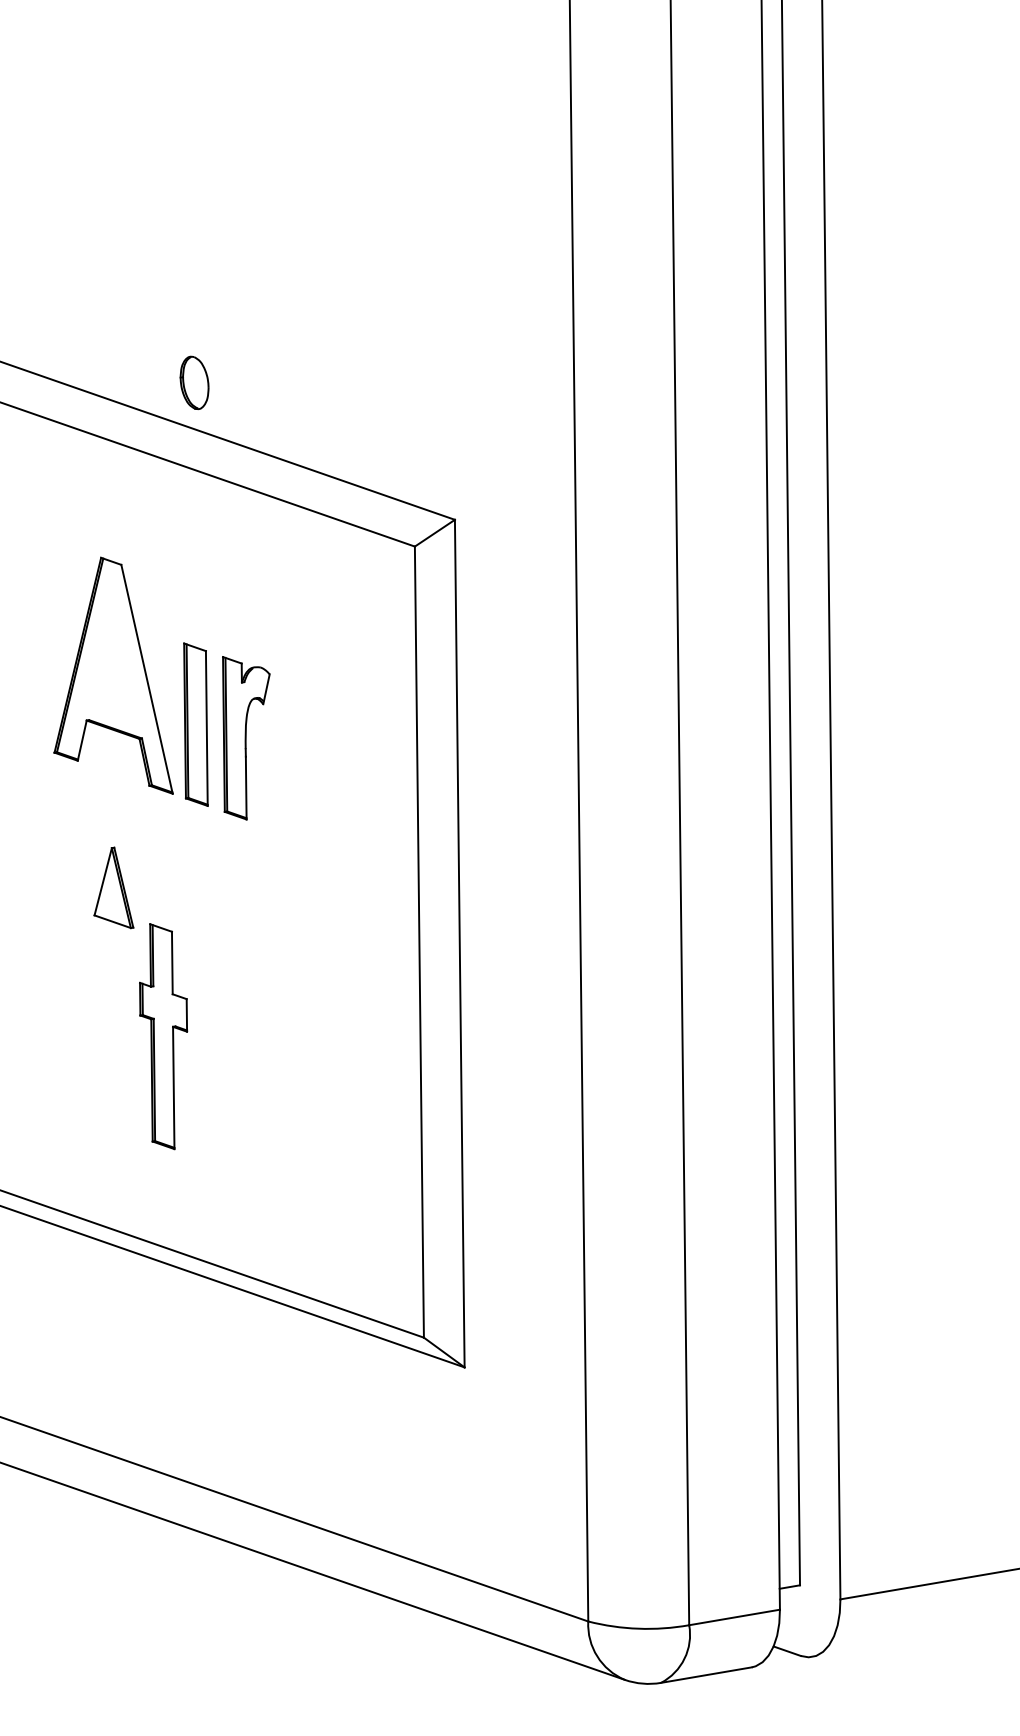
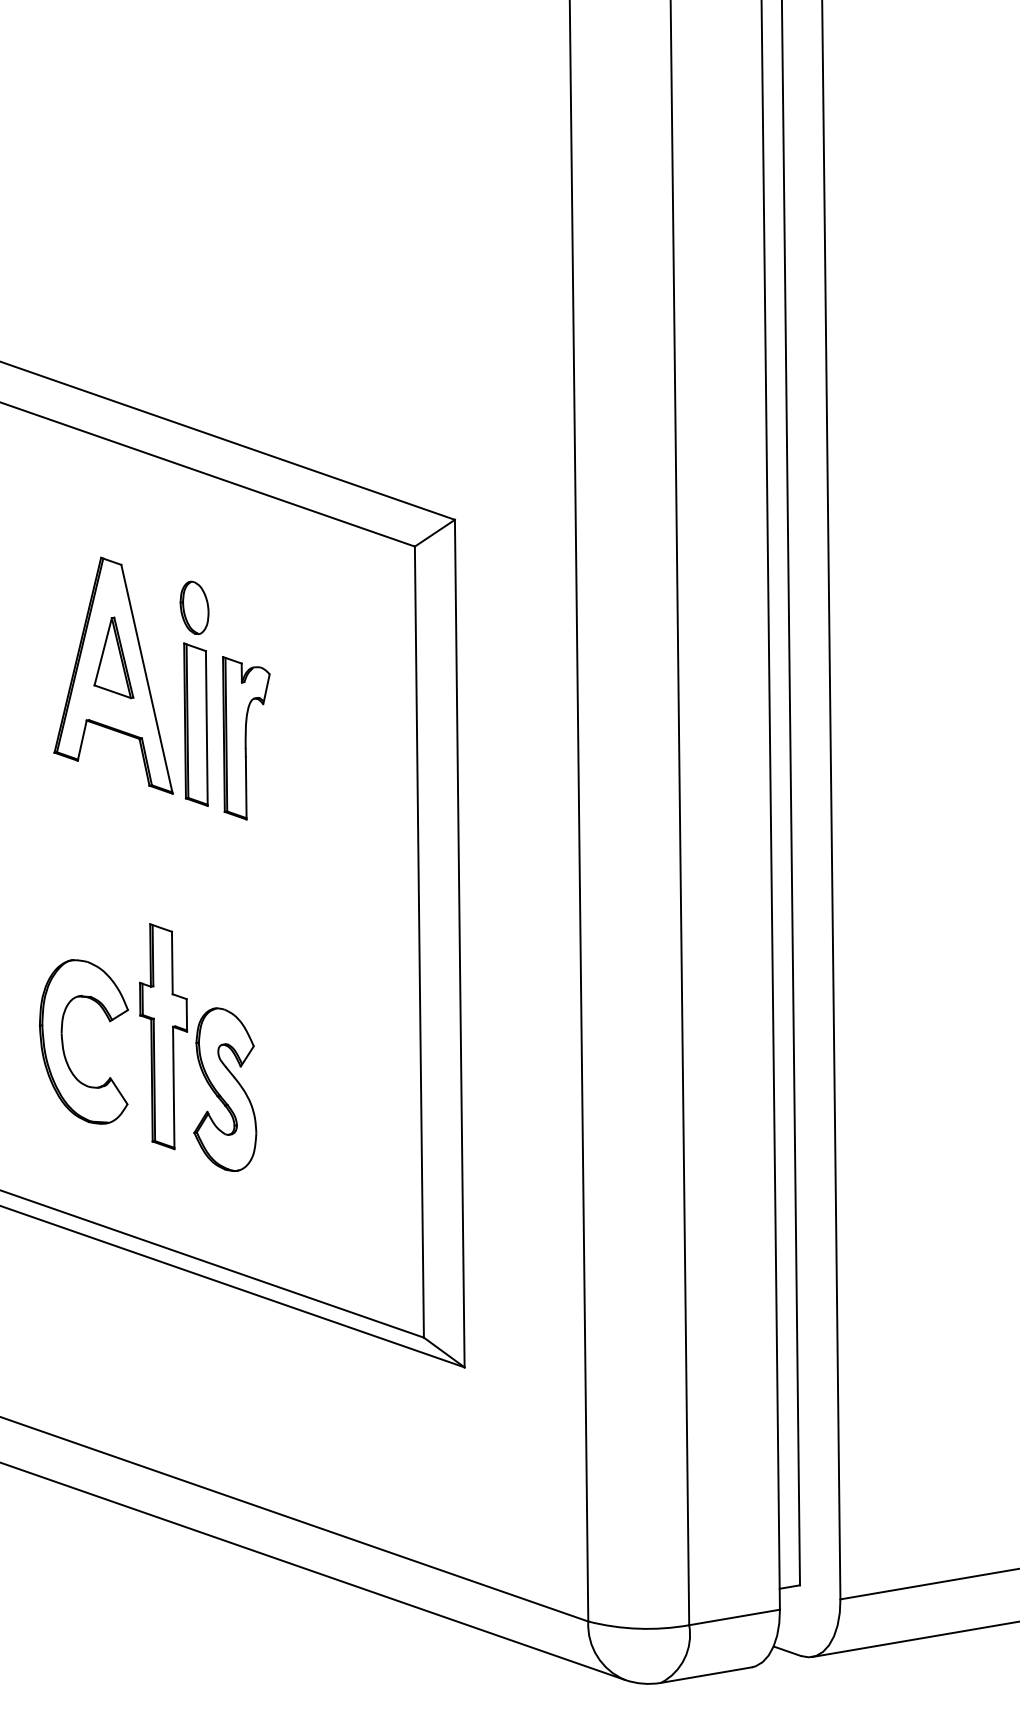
part at (194, 382) position: (194, 382) -> (194, 607)
part at (113, 887) position: (113, 887) -> (113, 657)
part at (63, 1041): none -> present
part at (225, 1089): none -> present
line at (914, 1639): none -> present
